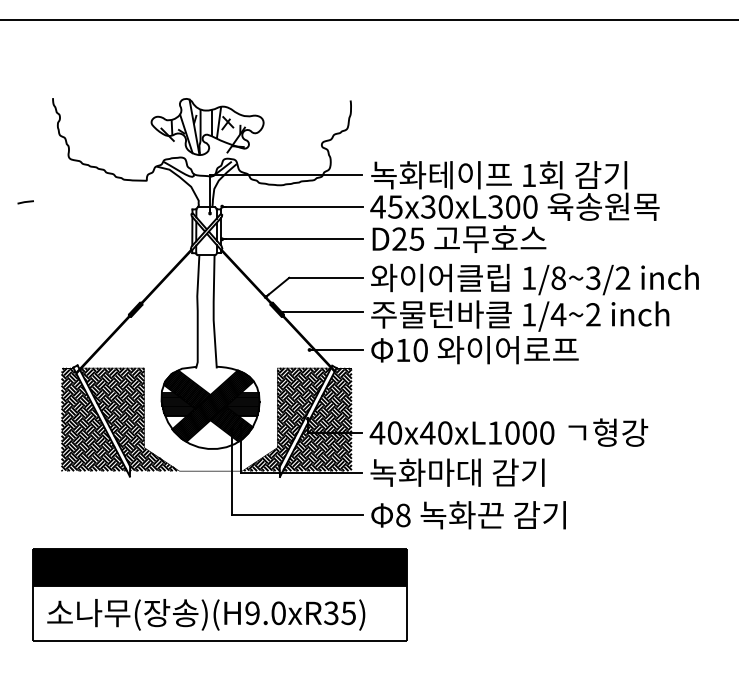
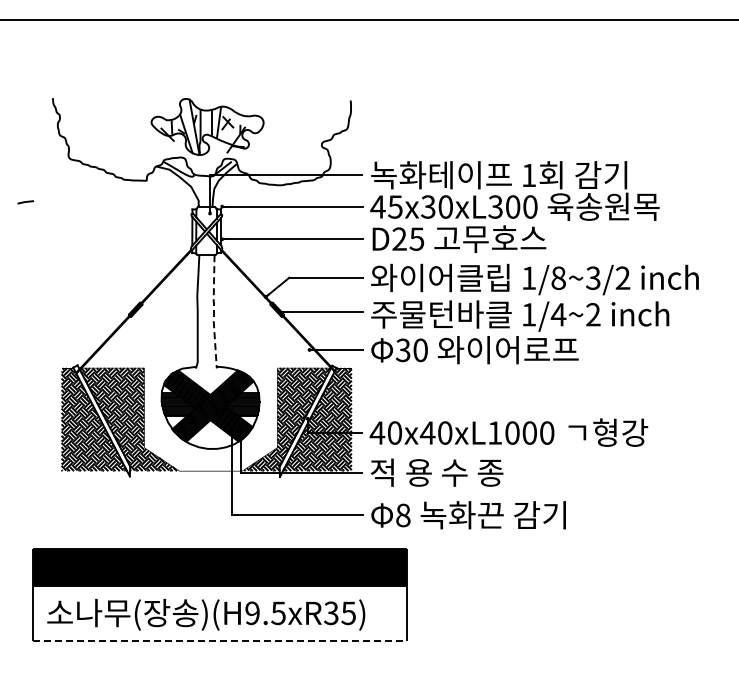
line at (213, 312): solid -> dashed
text at (403, 350): 10 -> 30
text at (457, 472): 녹화마대 감기 -> 적 용 수 종
text at (278, 613): )(H9.0xR35) -> )(H9.5xR35)
line at (220, 641): solid -> dashed
